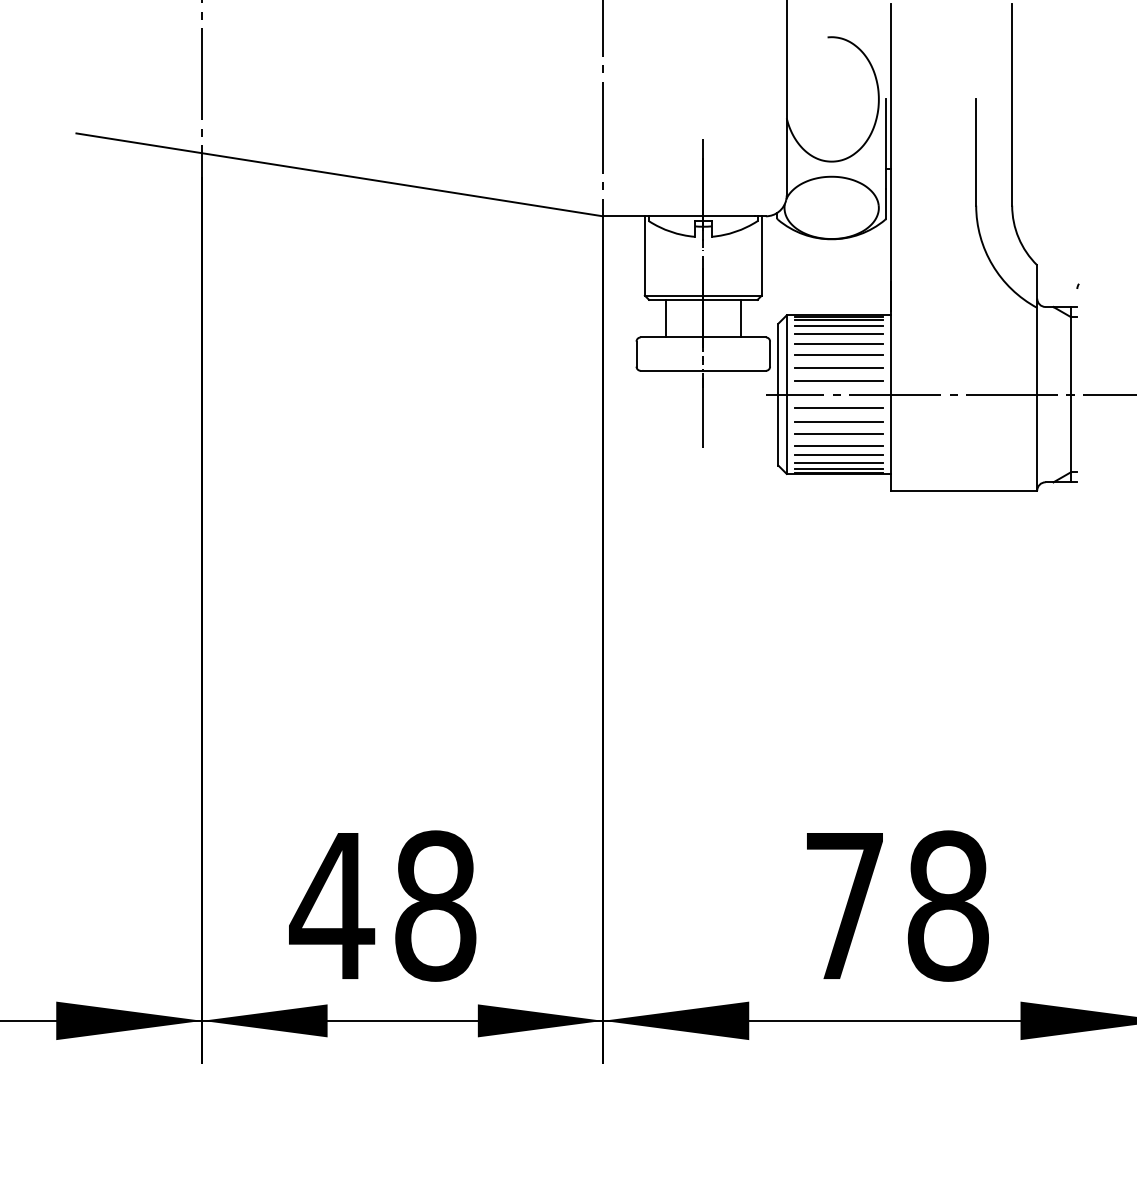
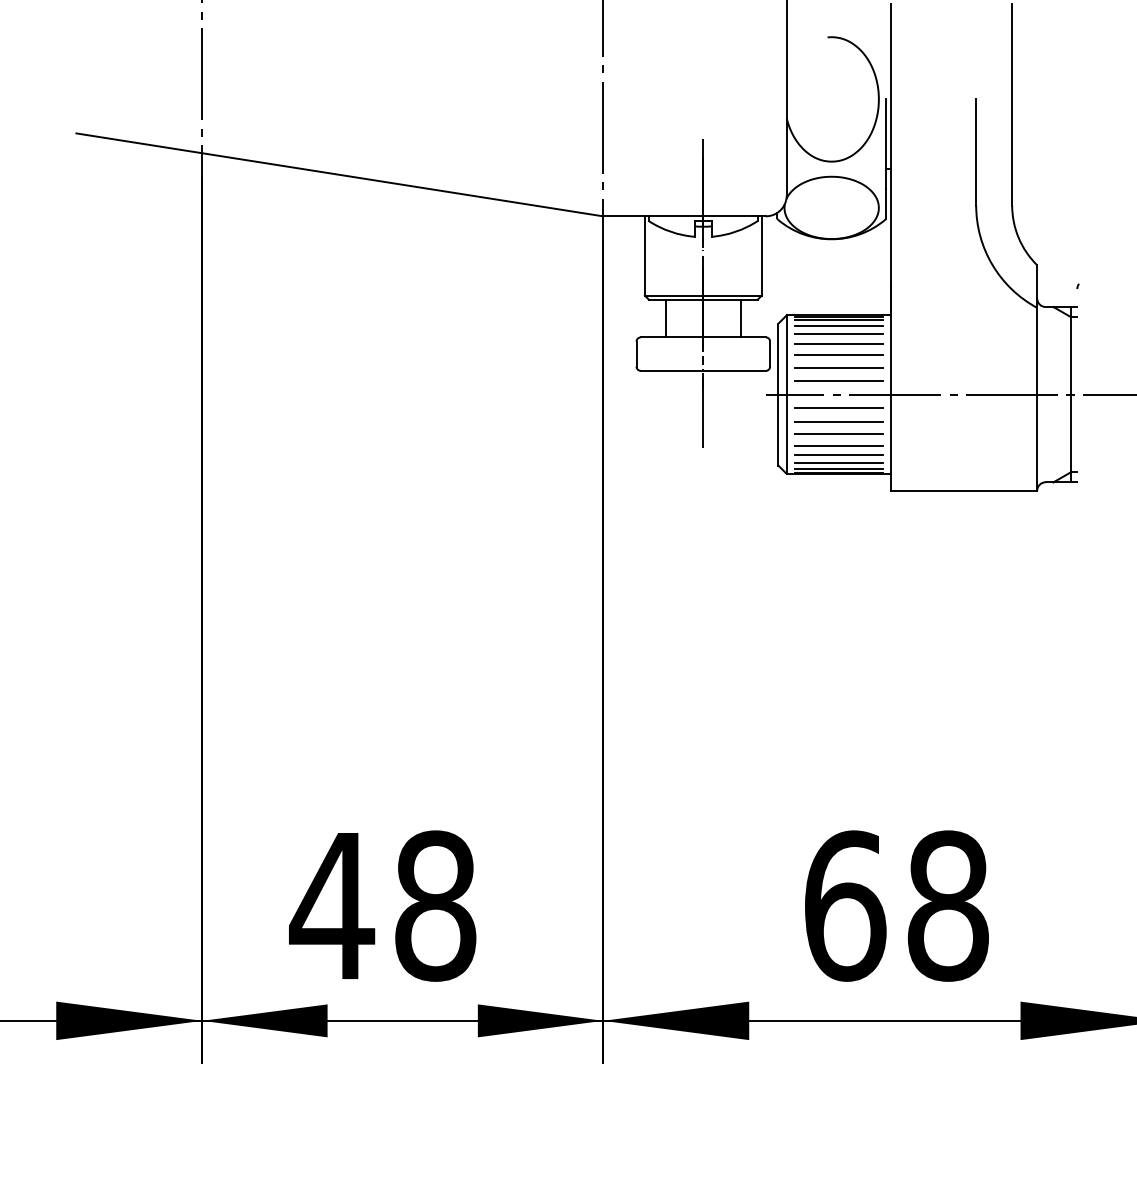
text at (845, 905): 78 -> 68
